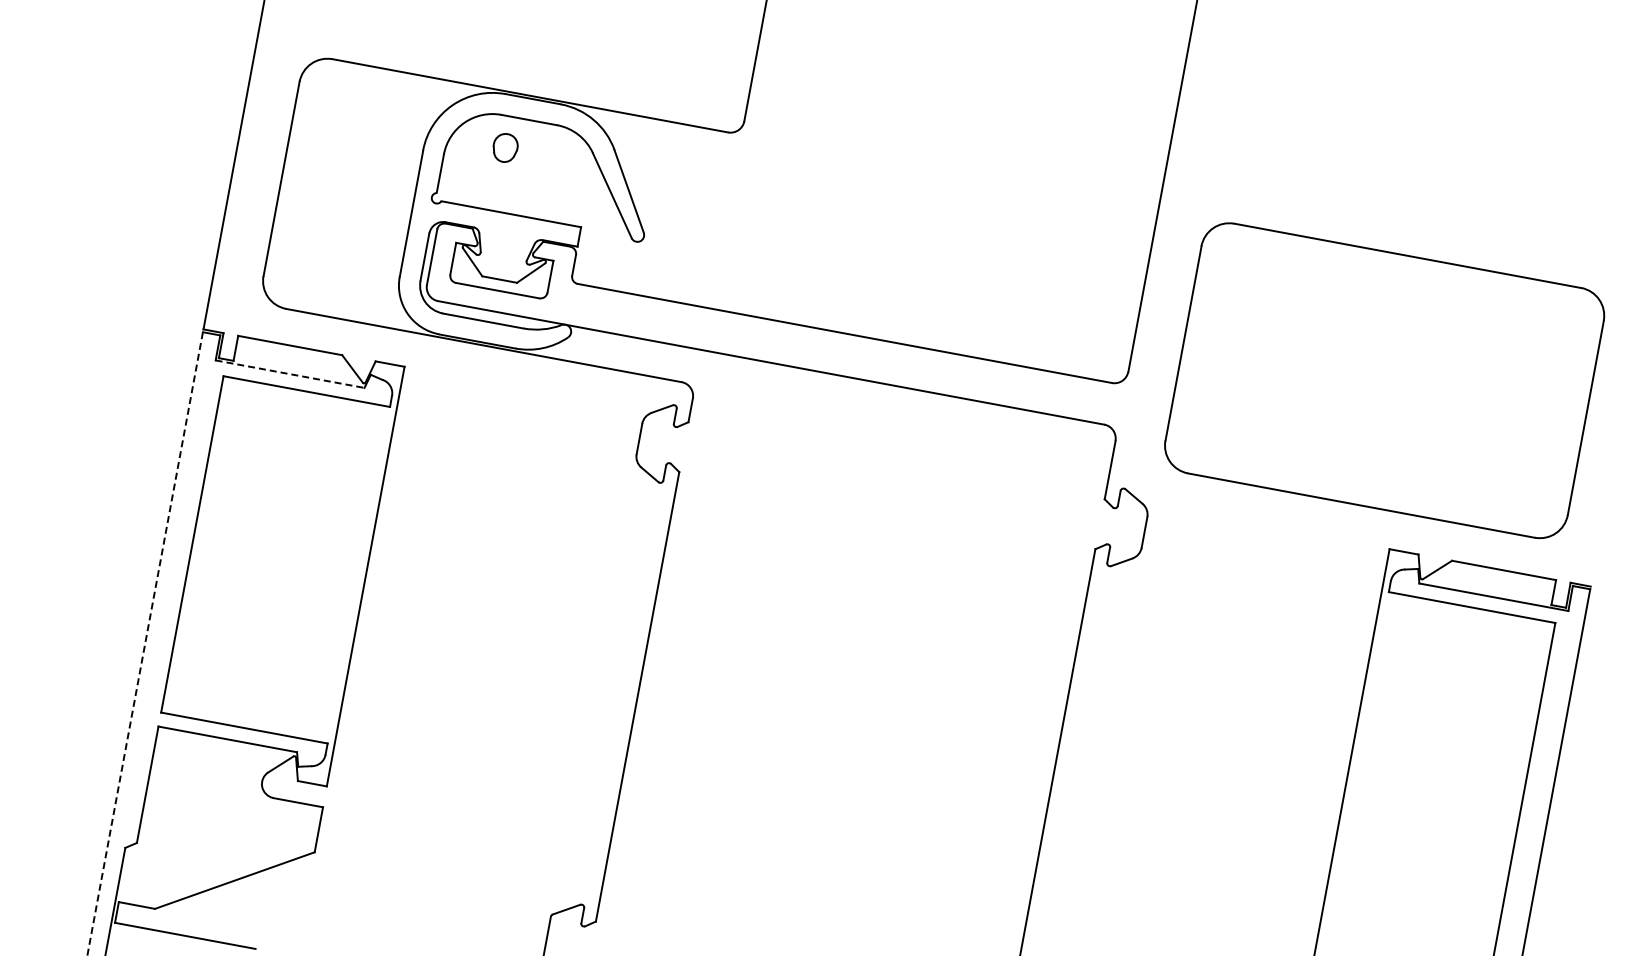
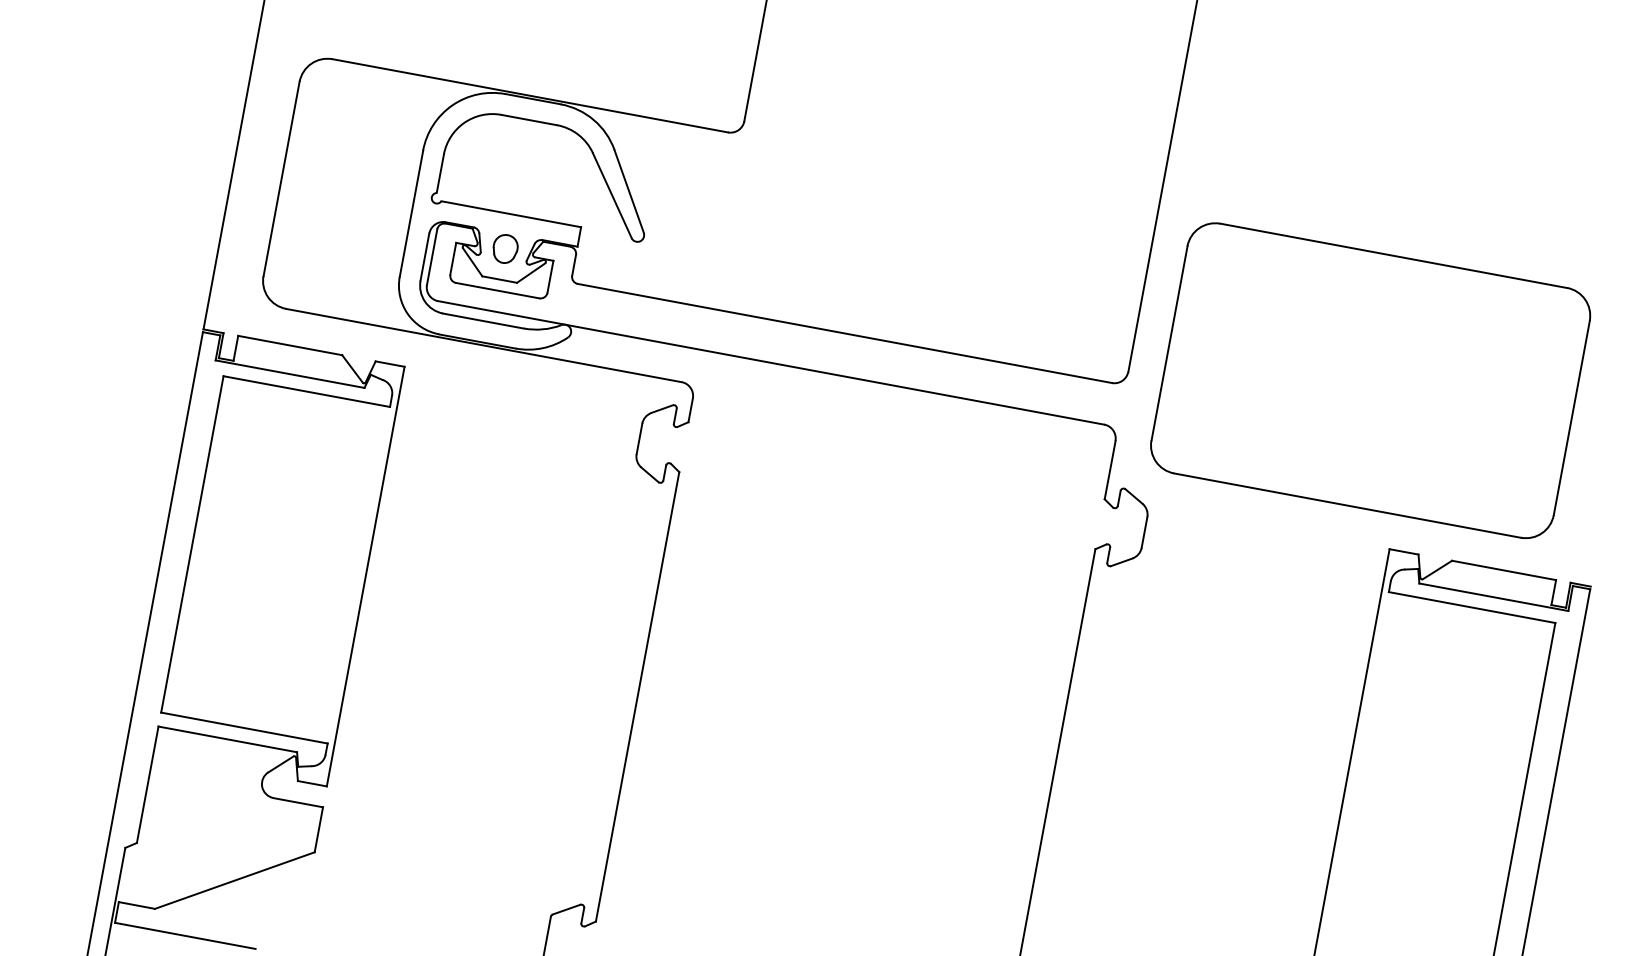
part at (505, 147) position: (505, 147) -> (505, 248)
line at (290, 374): dashed -> solid
part at (1384, 380) position: (1384, 380) -> (1370, 380)
line at (145, 643): dashed -> solid
